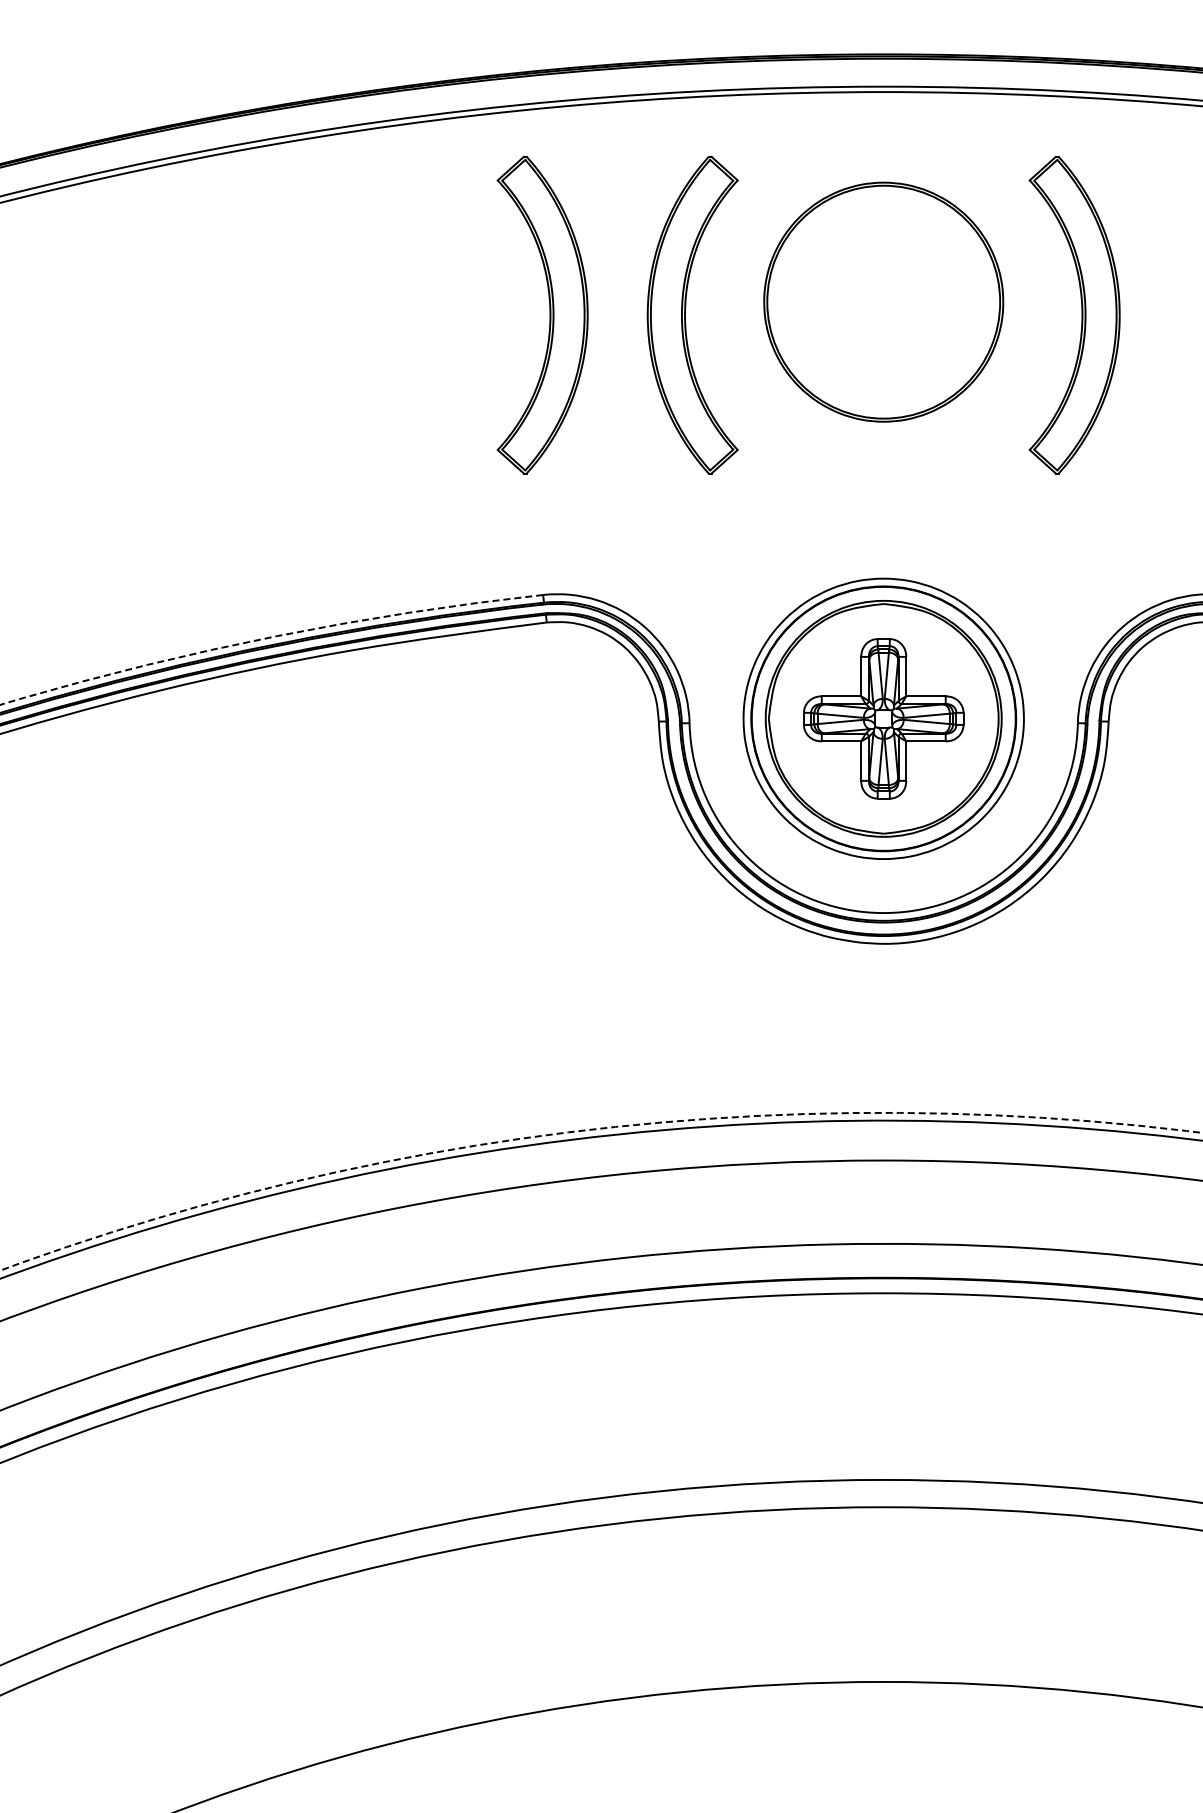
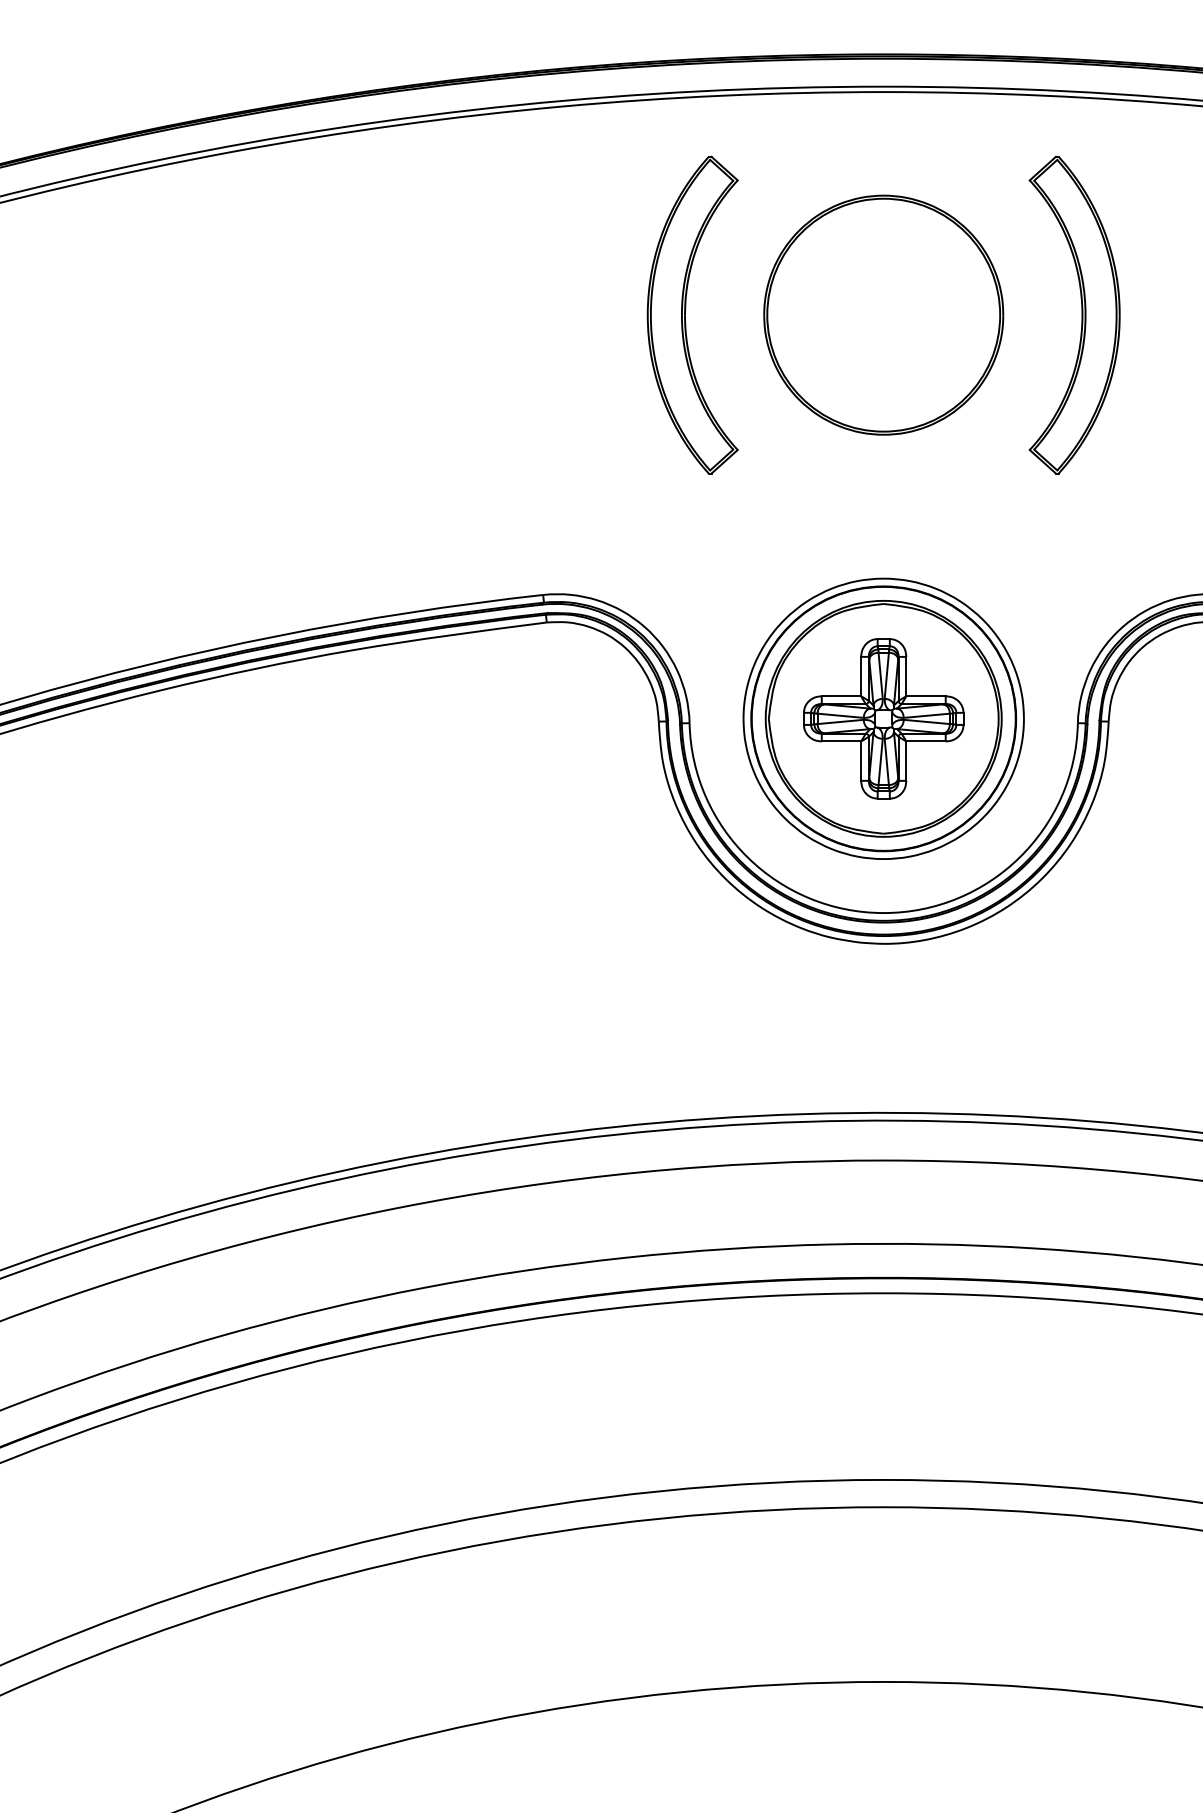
part at (883, 301) position: (883, 301) -> (883, 314)
part at (549, 314): present -> none
arc at (267, 638): dashed -> solid
arc at (593, 1129): dashed -> solid
